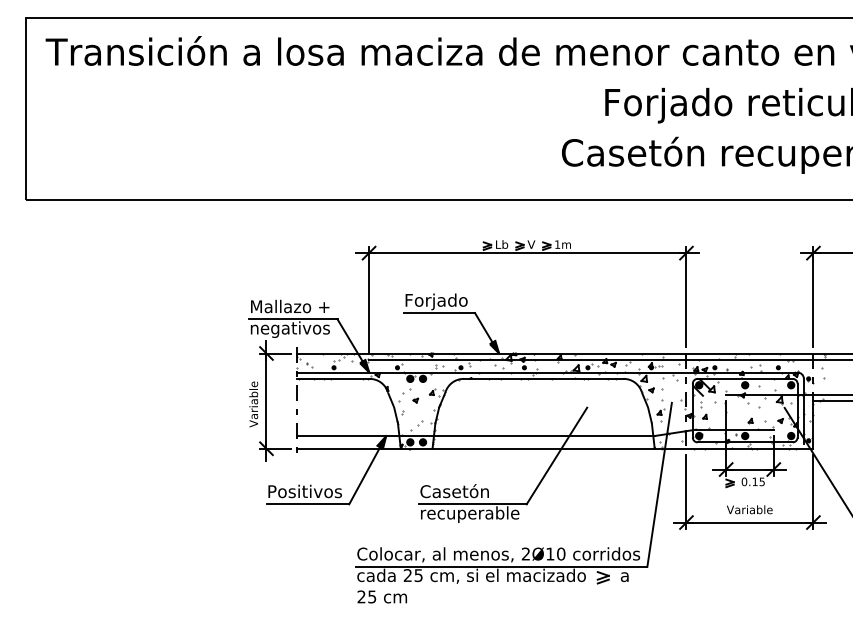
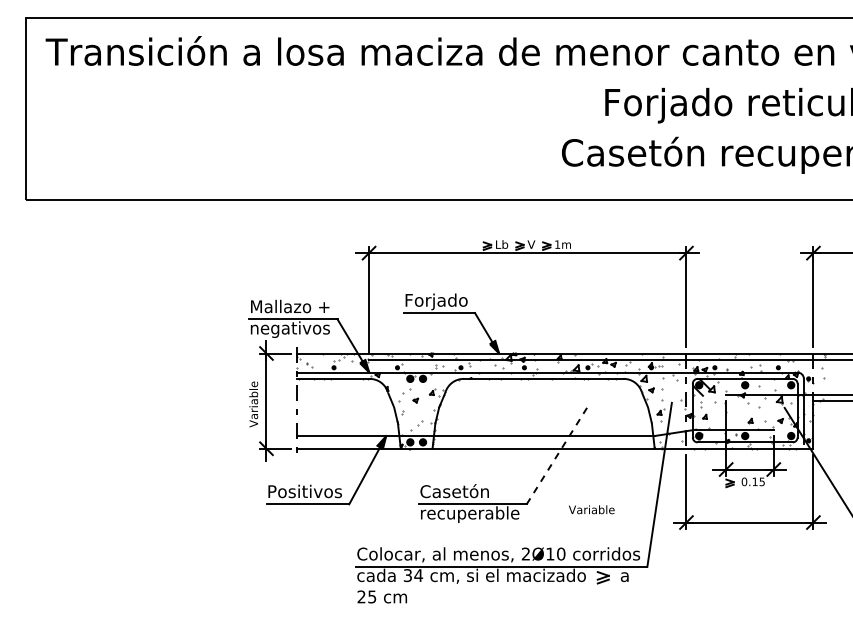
line at (556, 456): solid -> dashed
text at (749, 509) position: (749, 509) -> (591, 509)
text at (413, 575): 25 -> 34
